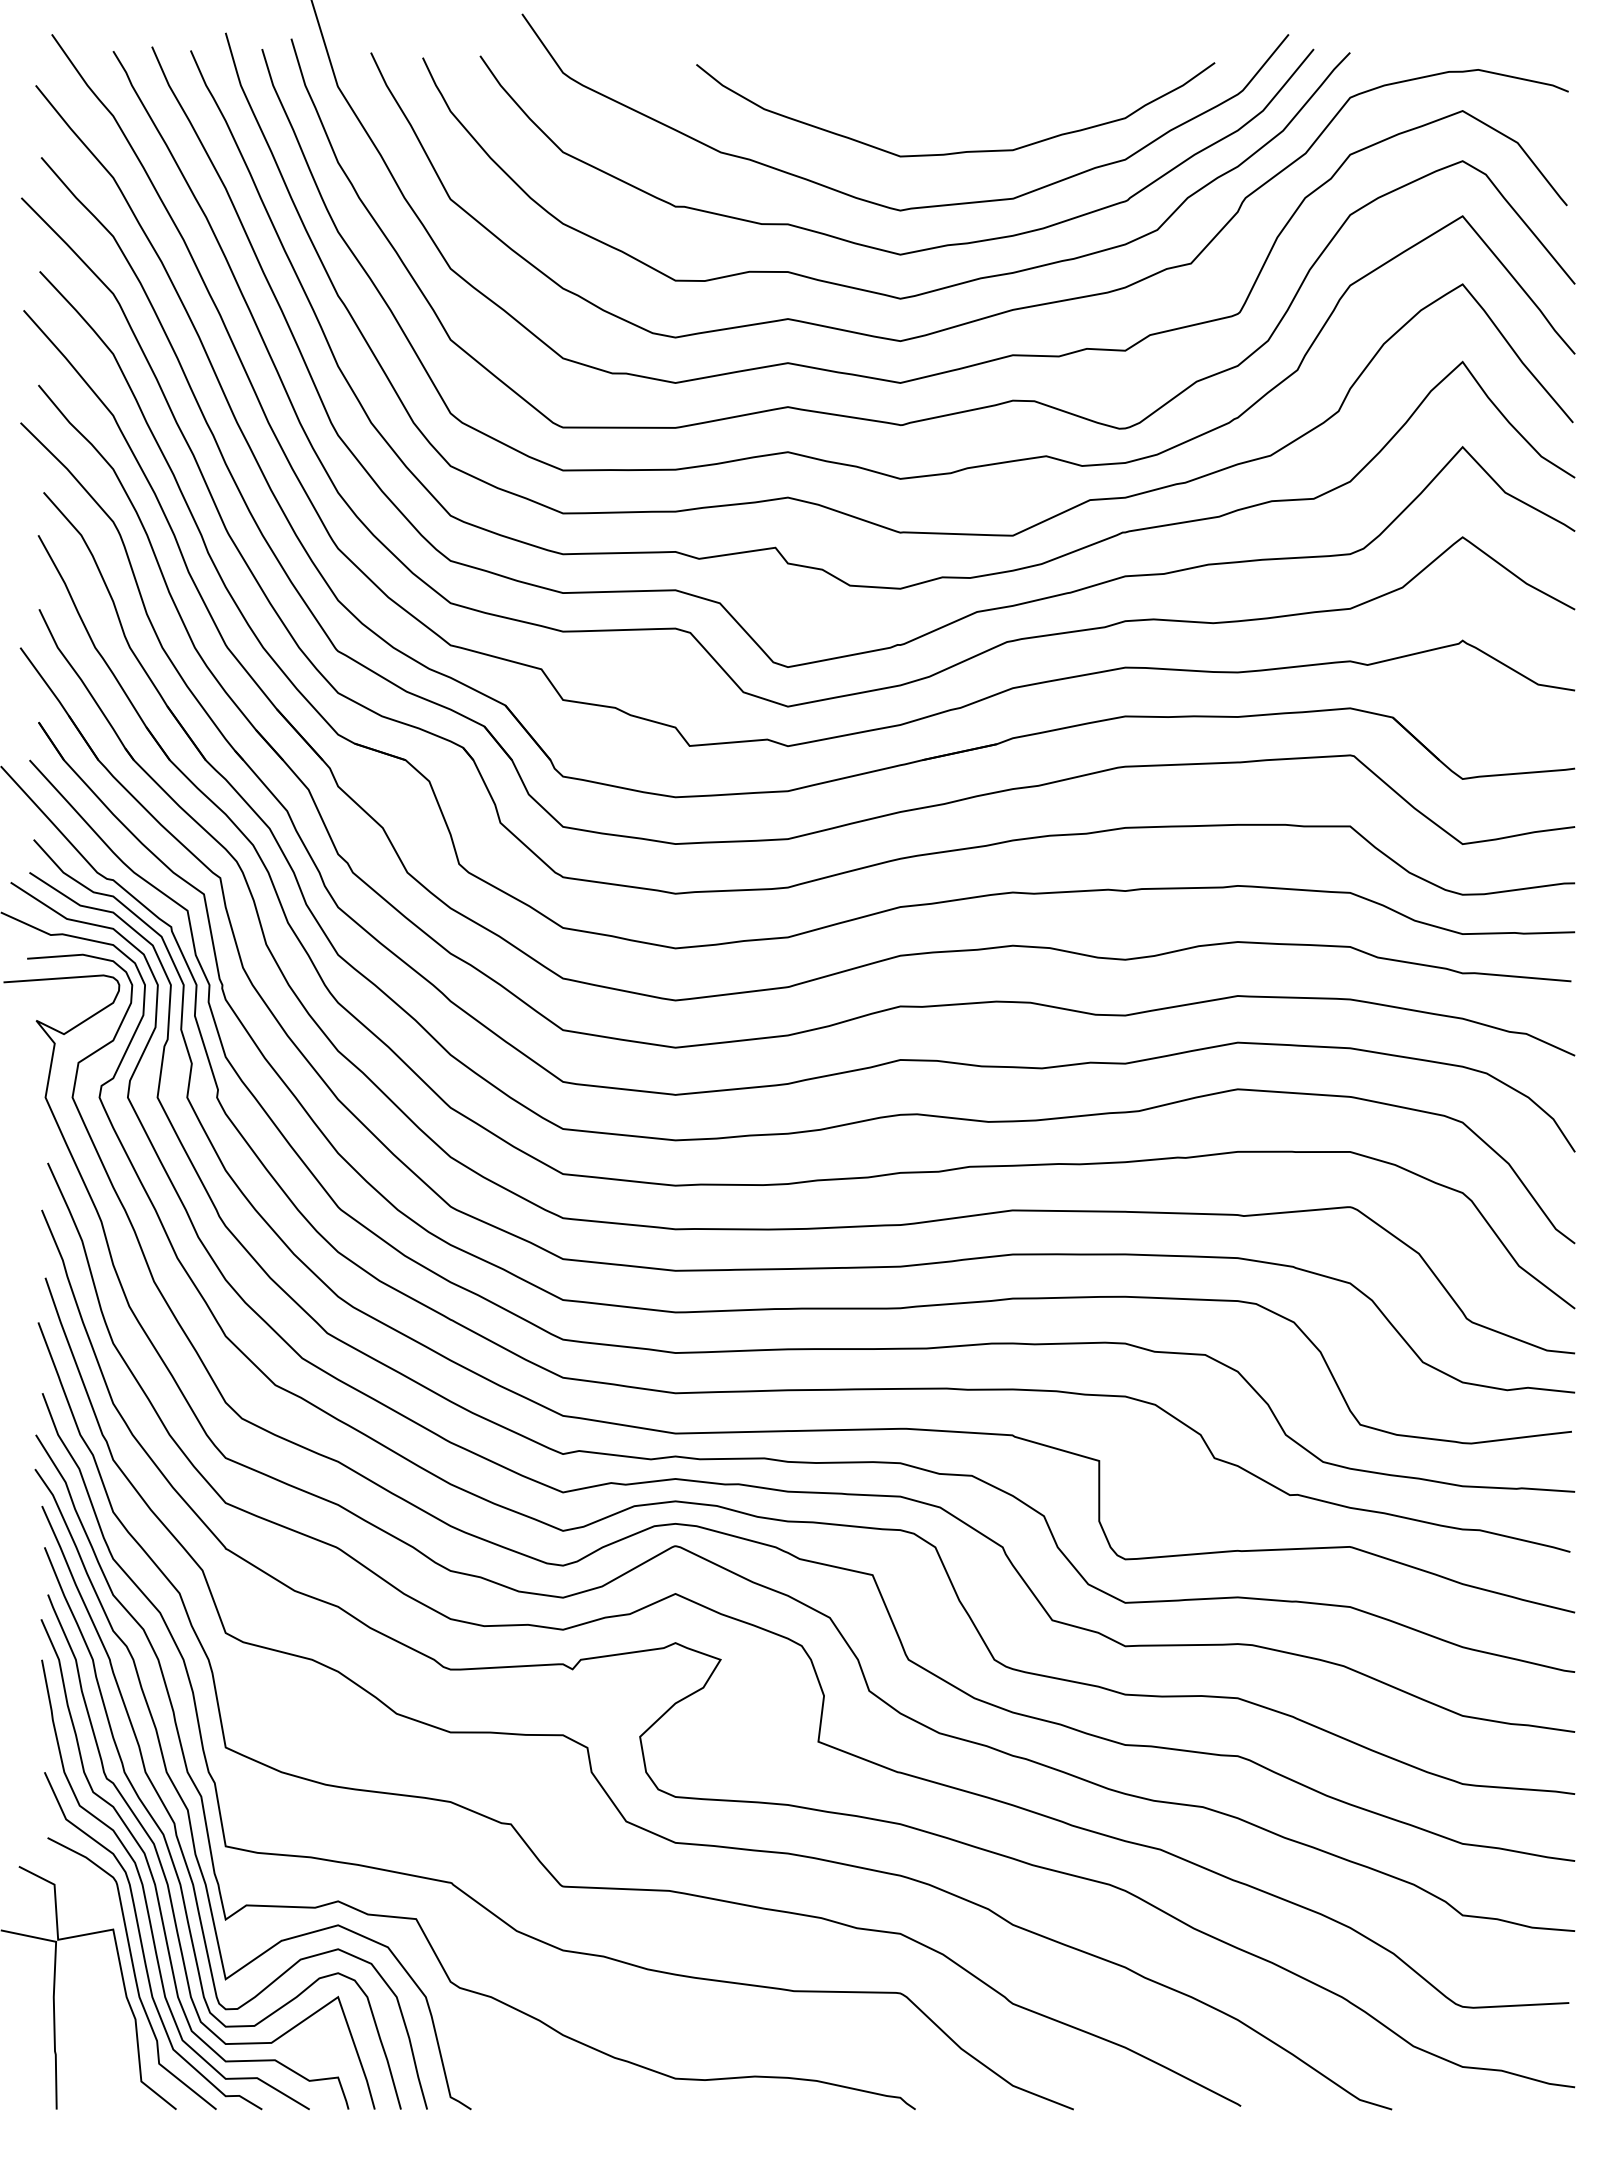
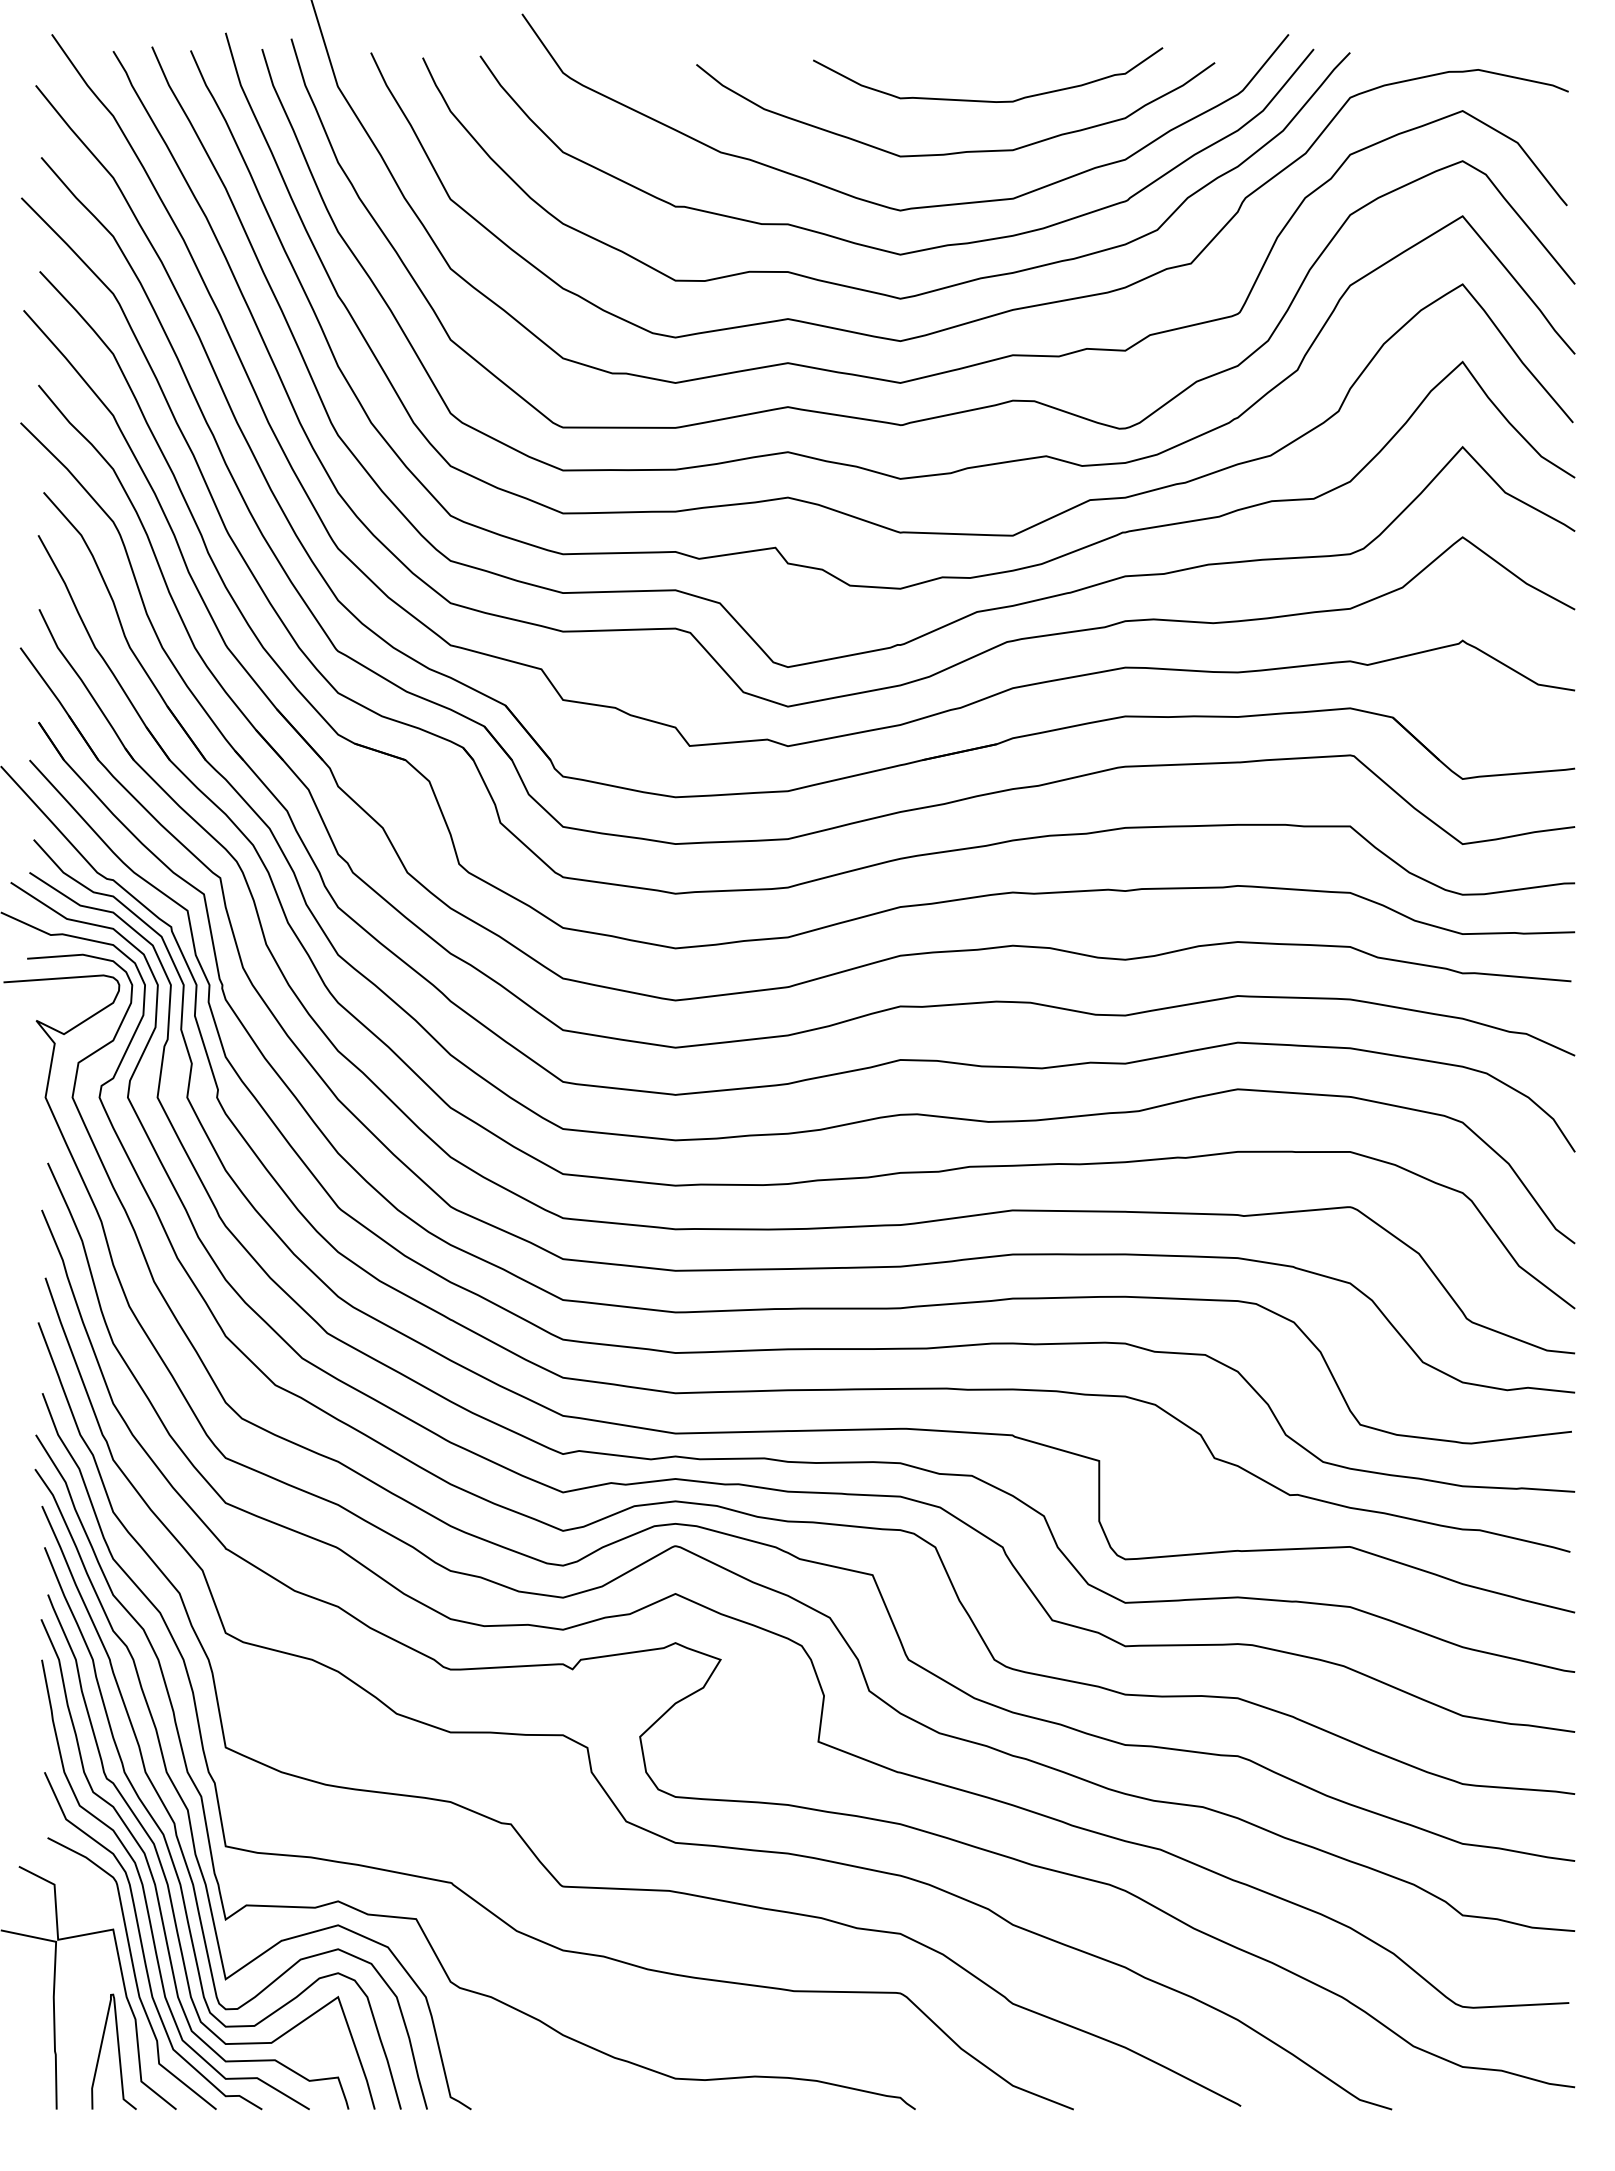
curve at (988, 100): none -> present
curve at (118, 2051): none -> present
